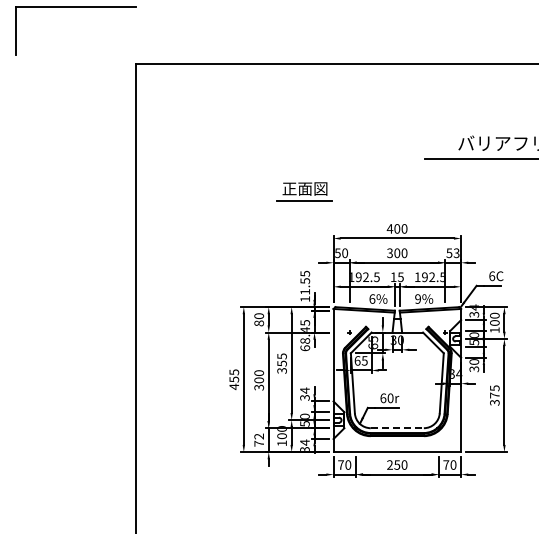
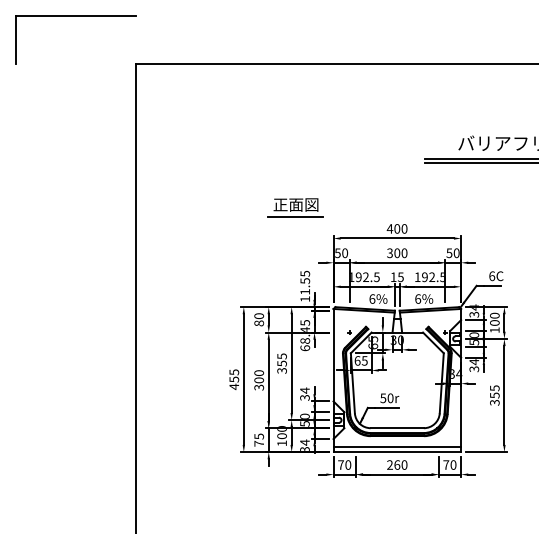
part at (75, 7) position: (75, 7) -> (75, 16)
line at (479, 163): none -> present
part at (304, 191) position: (304, 191) -> (295, 207)
text at (456, 252): 53 -> 50
text at (418, 298): 9% -> 6%
text at (474, 362): 30 -> 34
text at (494, 395): 375 -> 355
text at (383, 398): 60r -> 50r
line at (397, 428): dashed -> solid
text at (259, 436): 72 -> 75
line at (397, 447): none -> present
text at (397, 464): 250 -> 260
